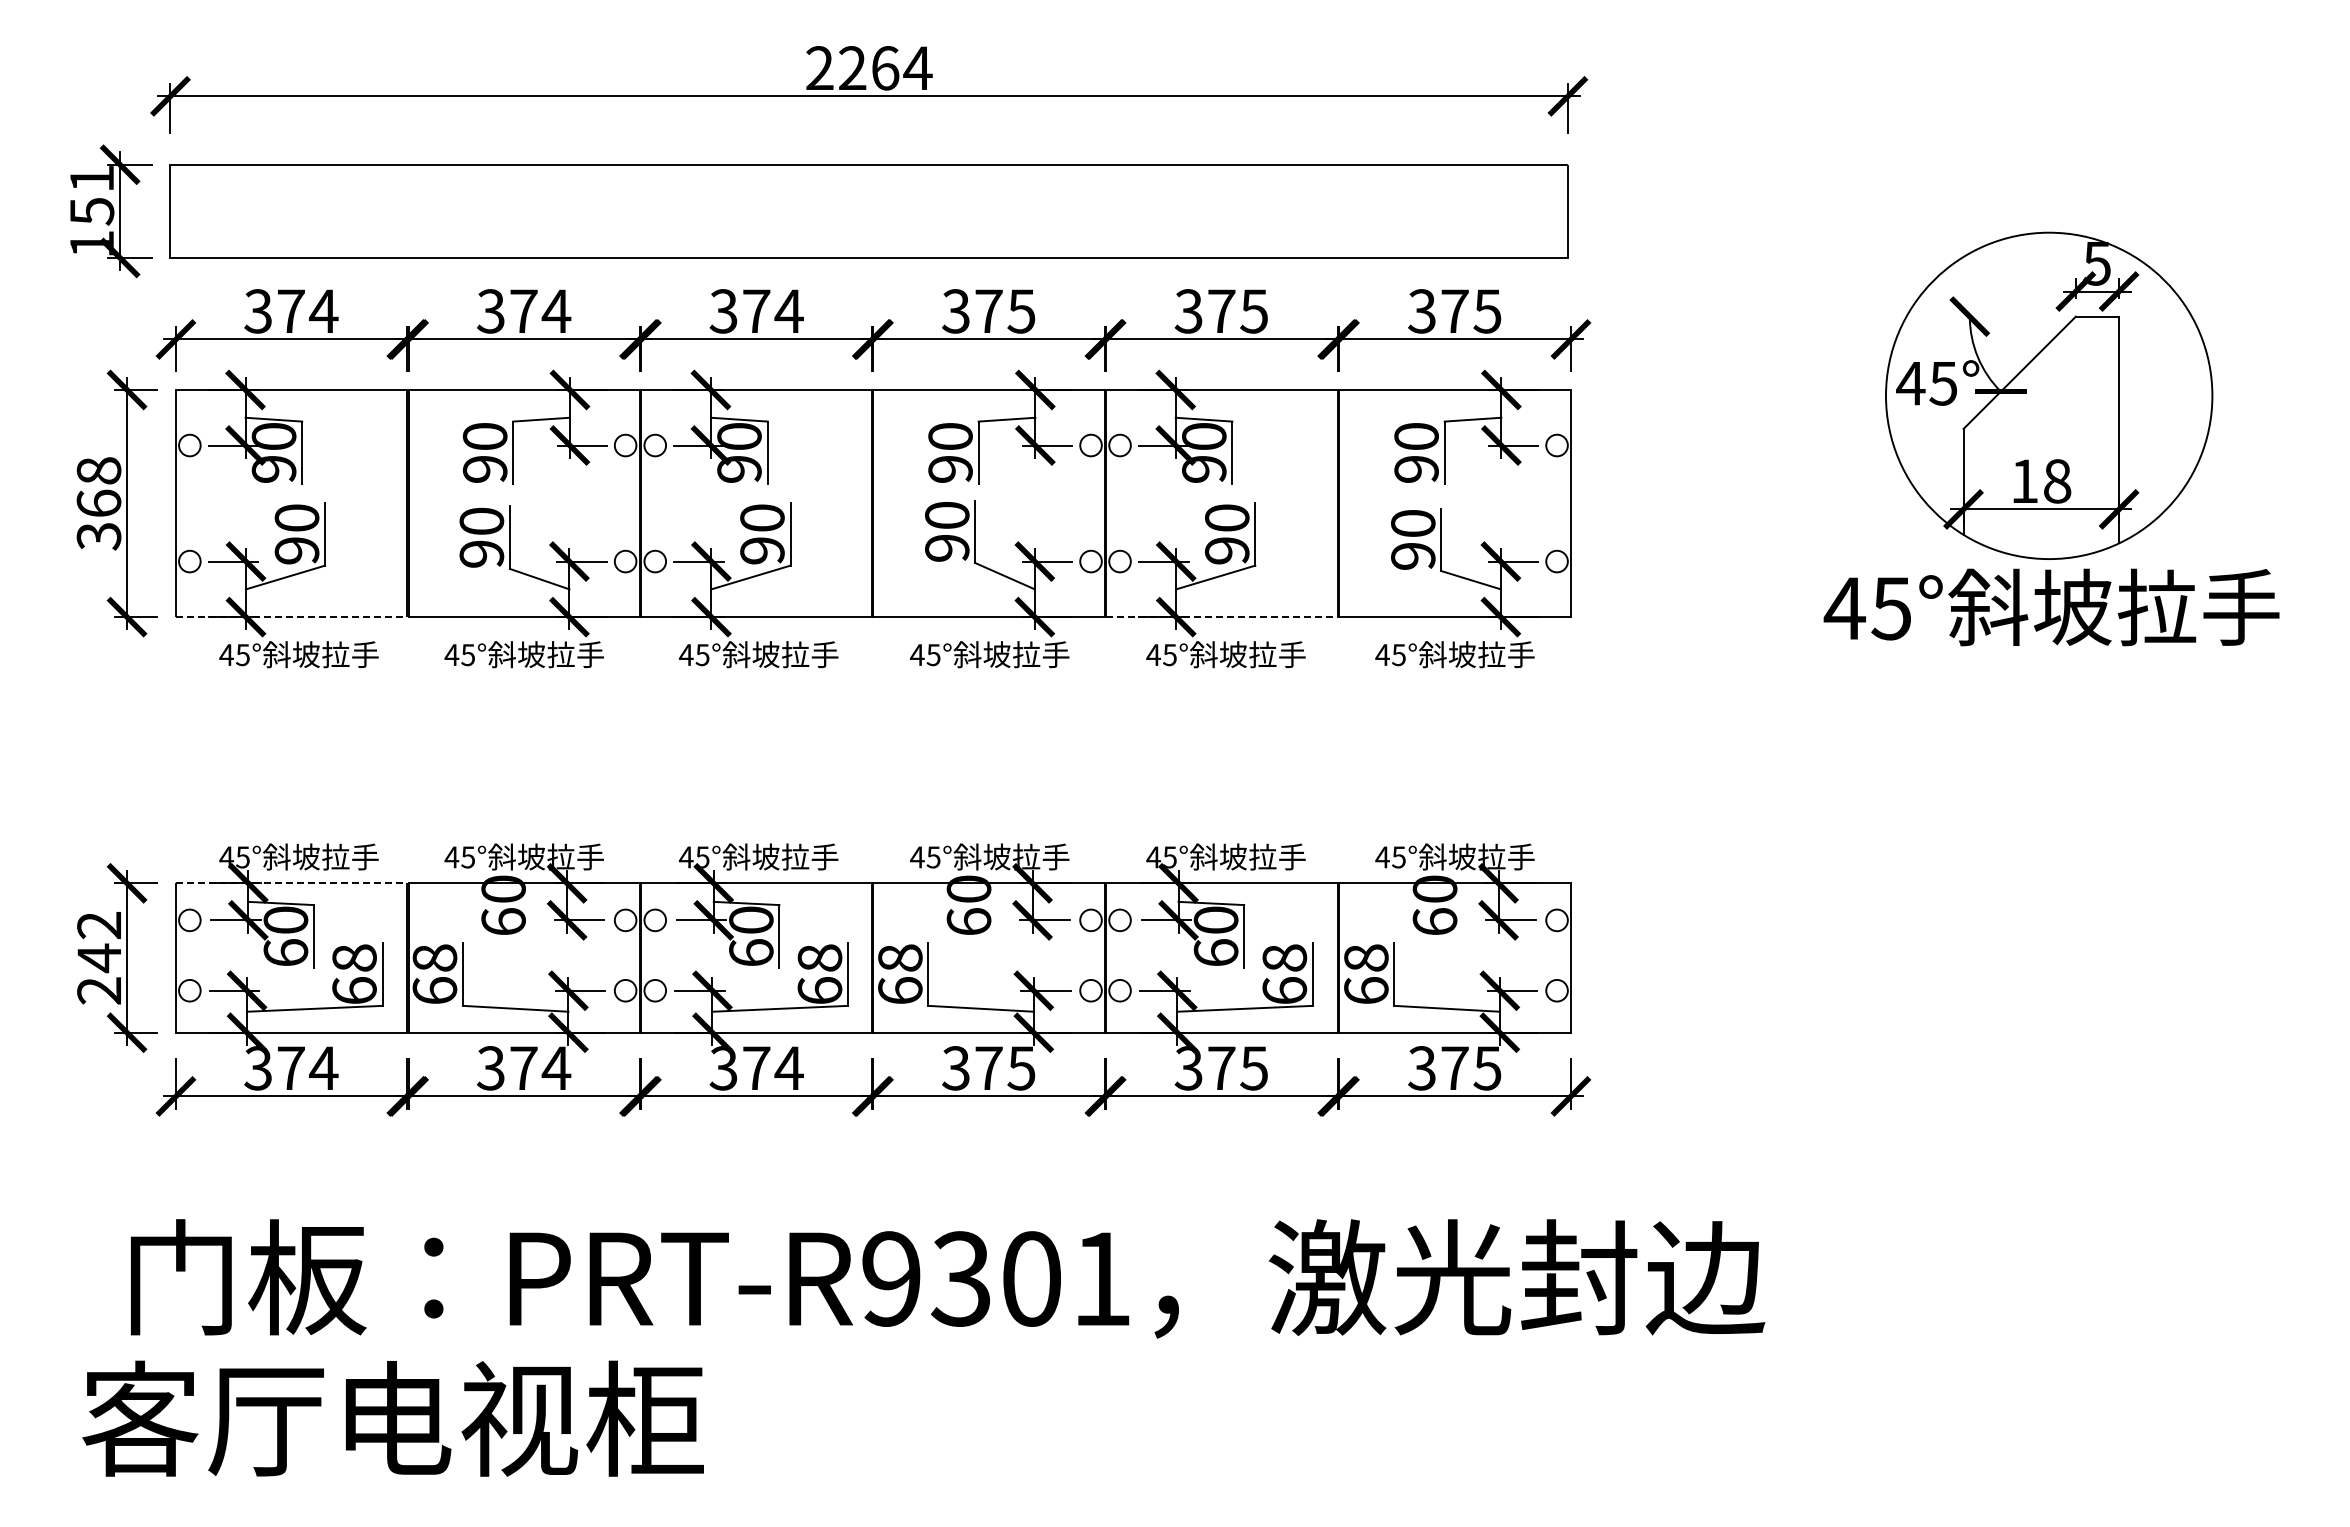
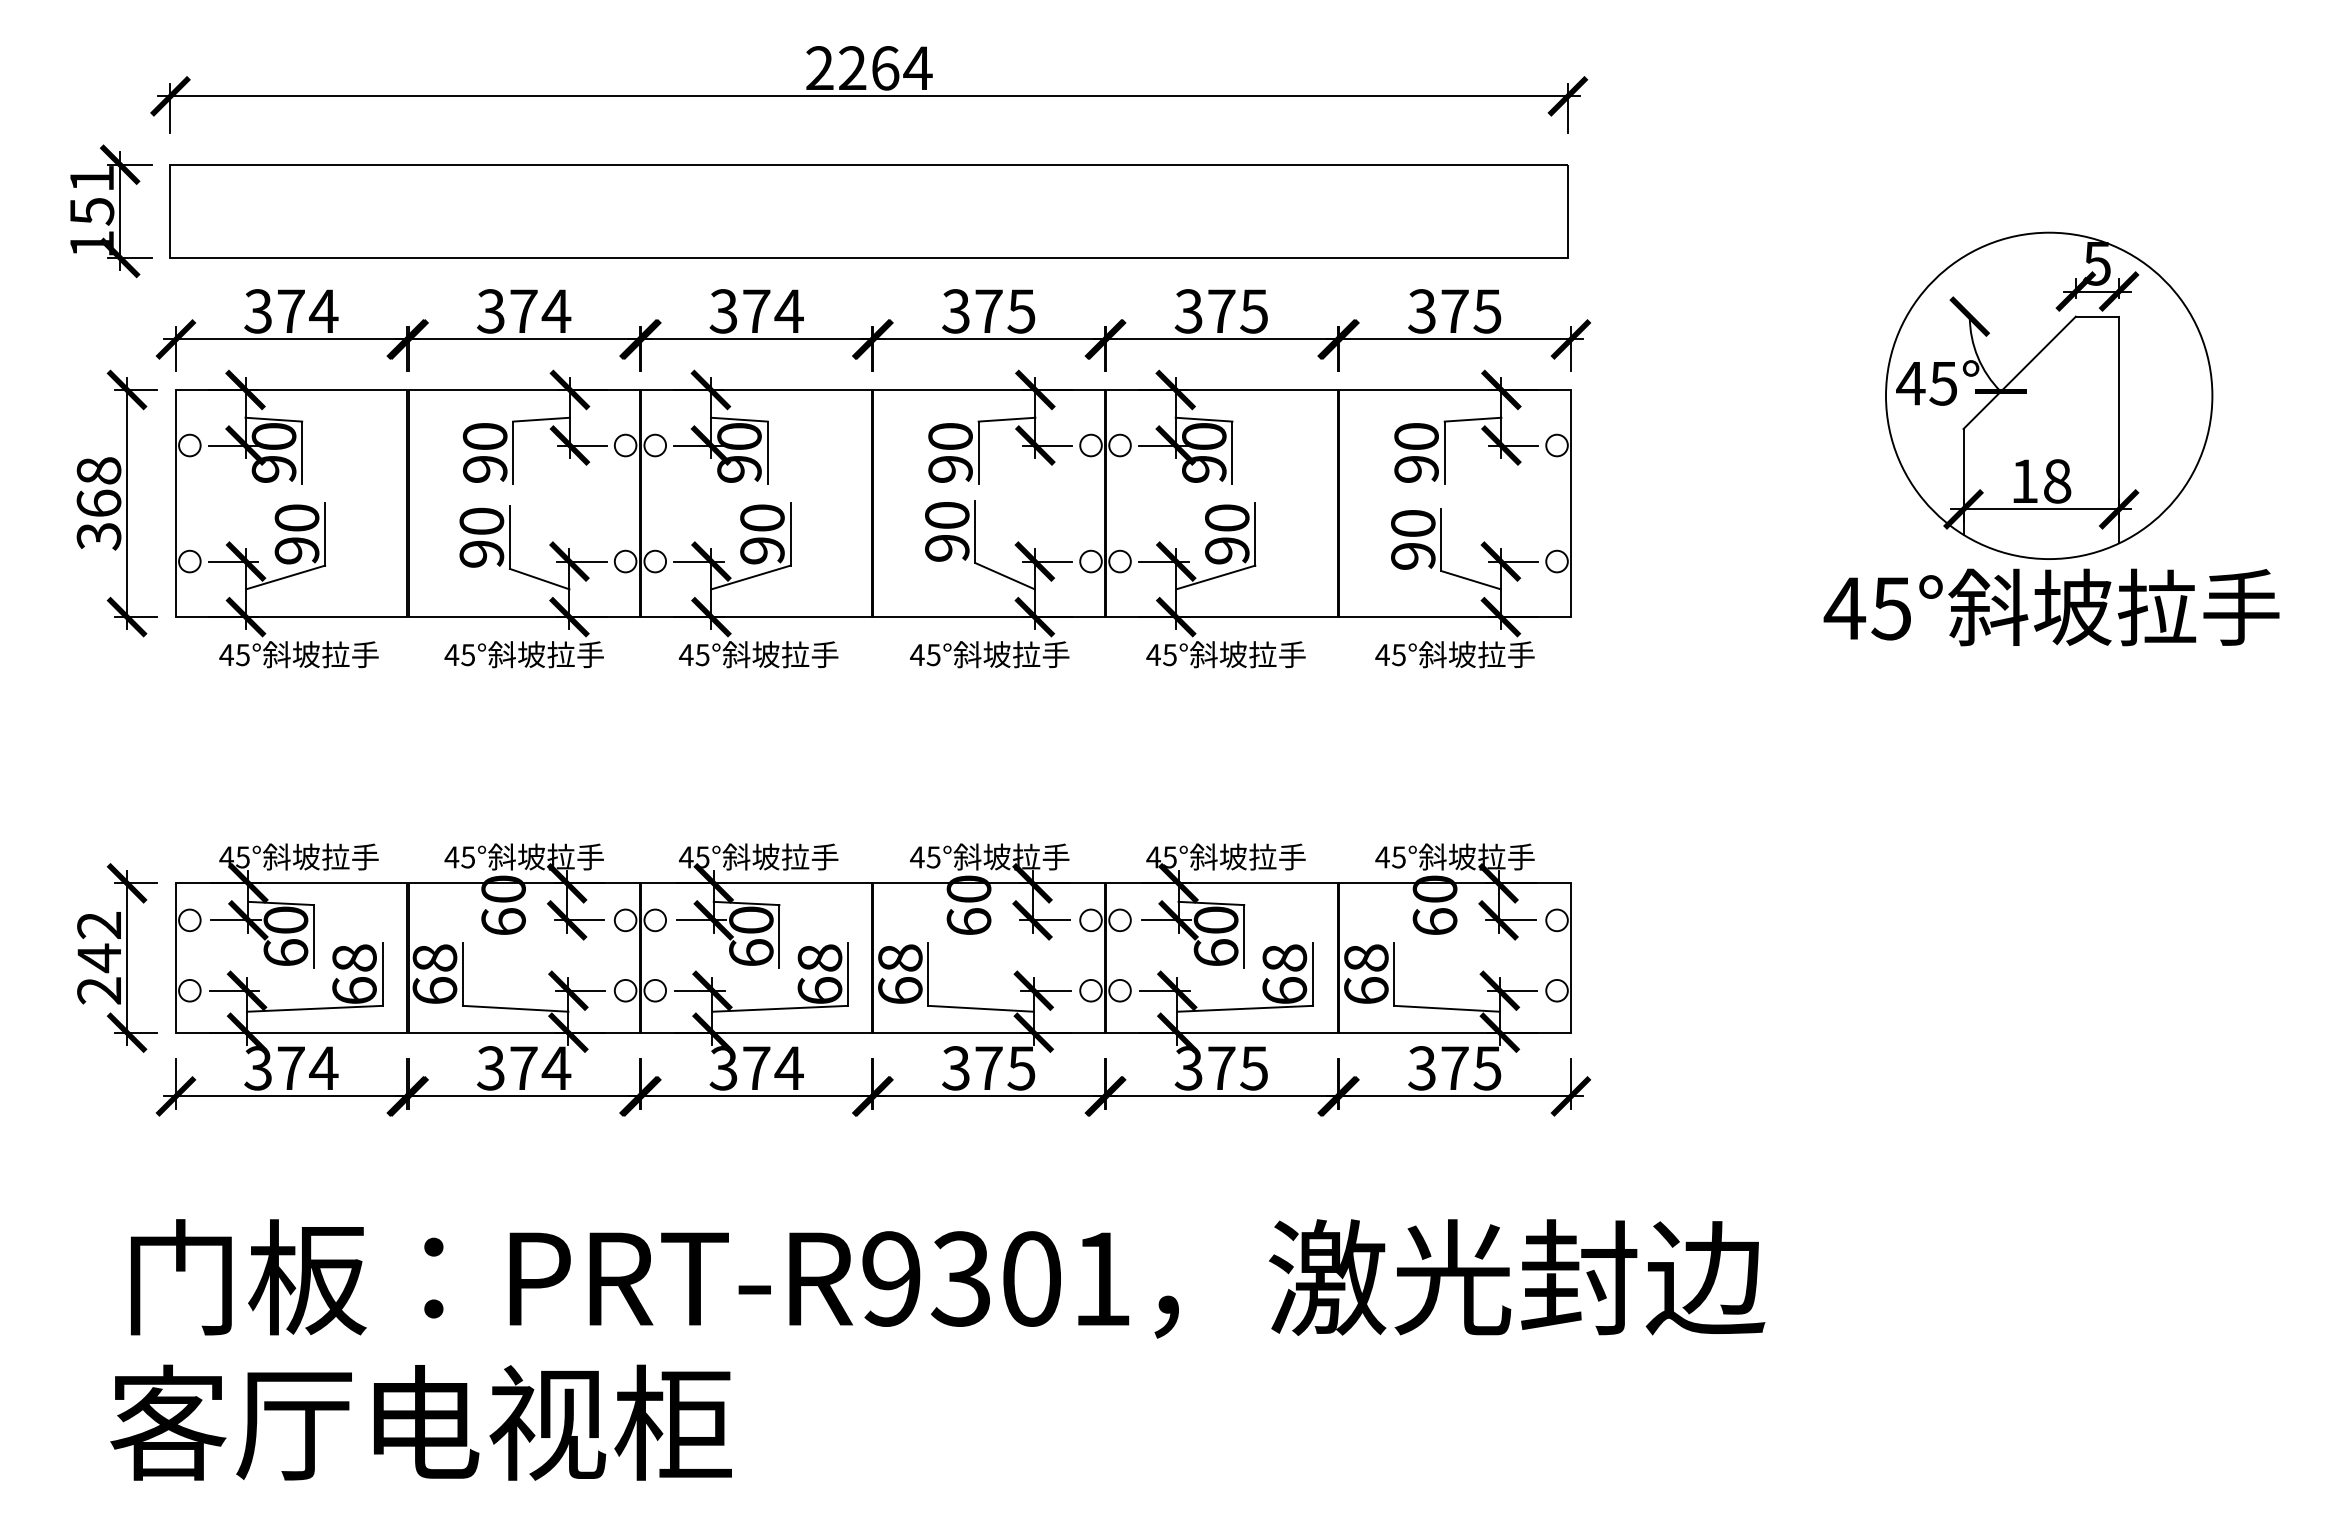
line at (291, 617): dashed -> solid
line at (1221, 617): dashed -> solid
line at (291, 883): dashed -> solid
text at (392, 1418) position: (392, 1418) -> (420, 1422)
